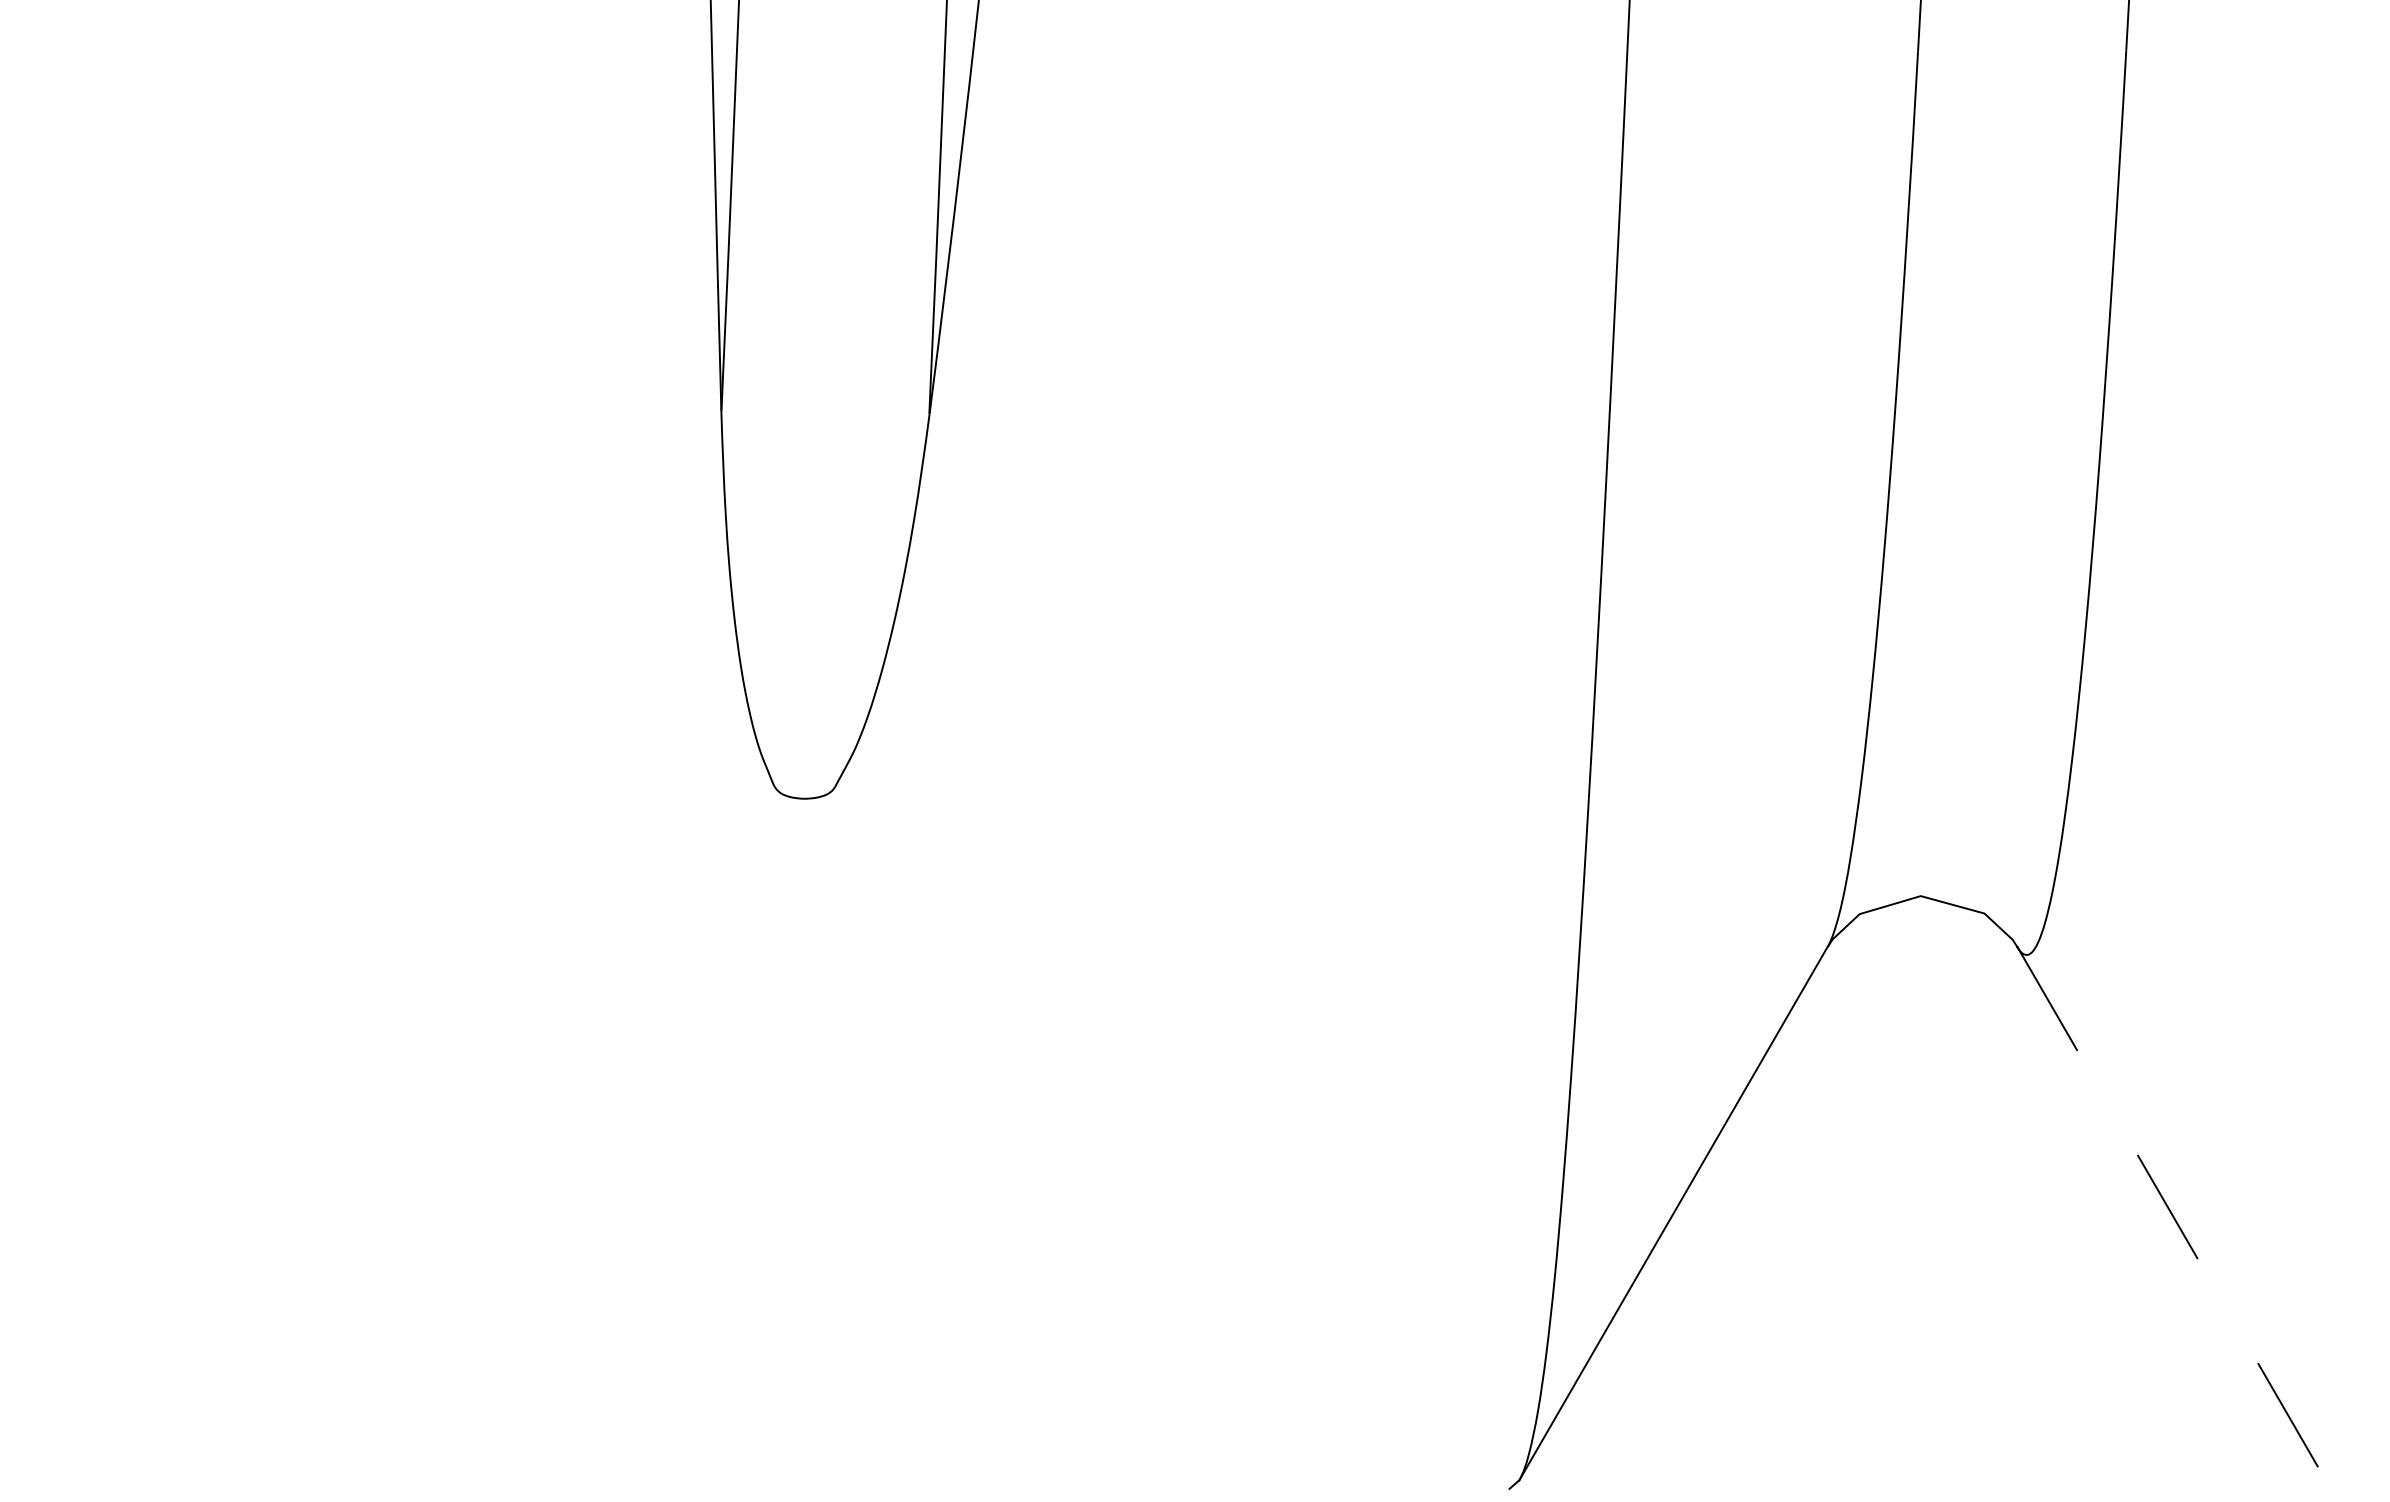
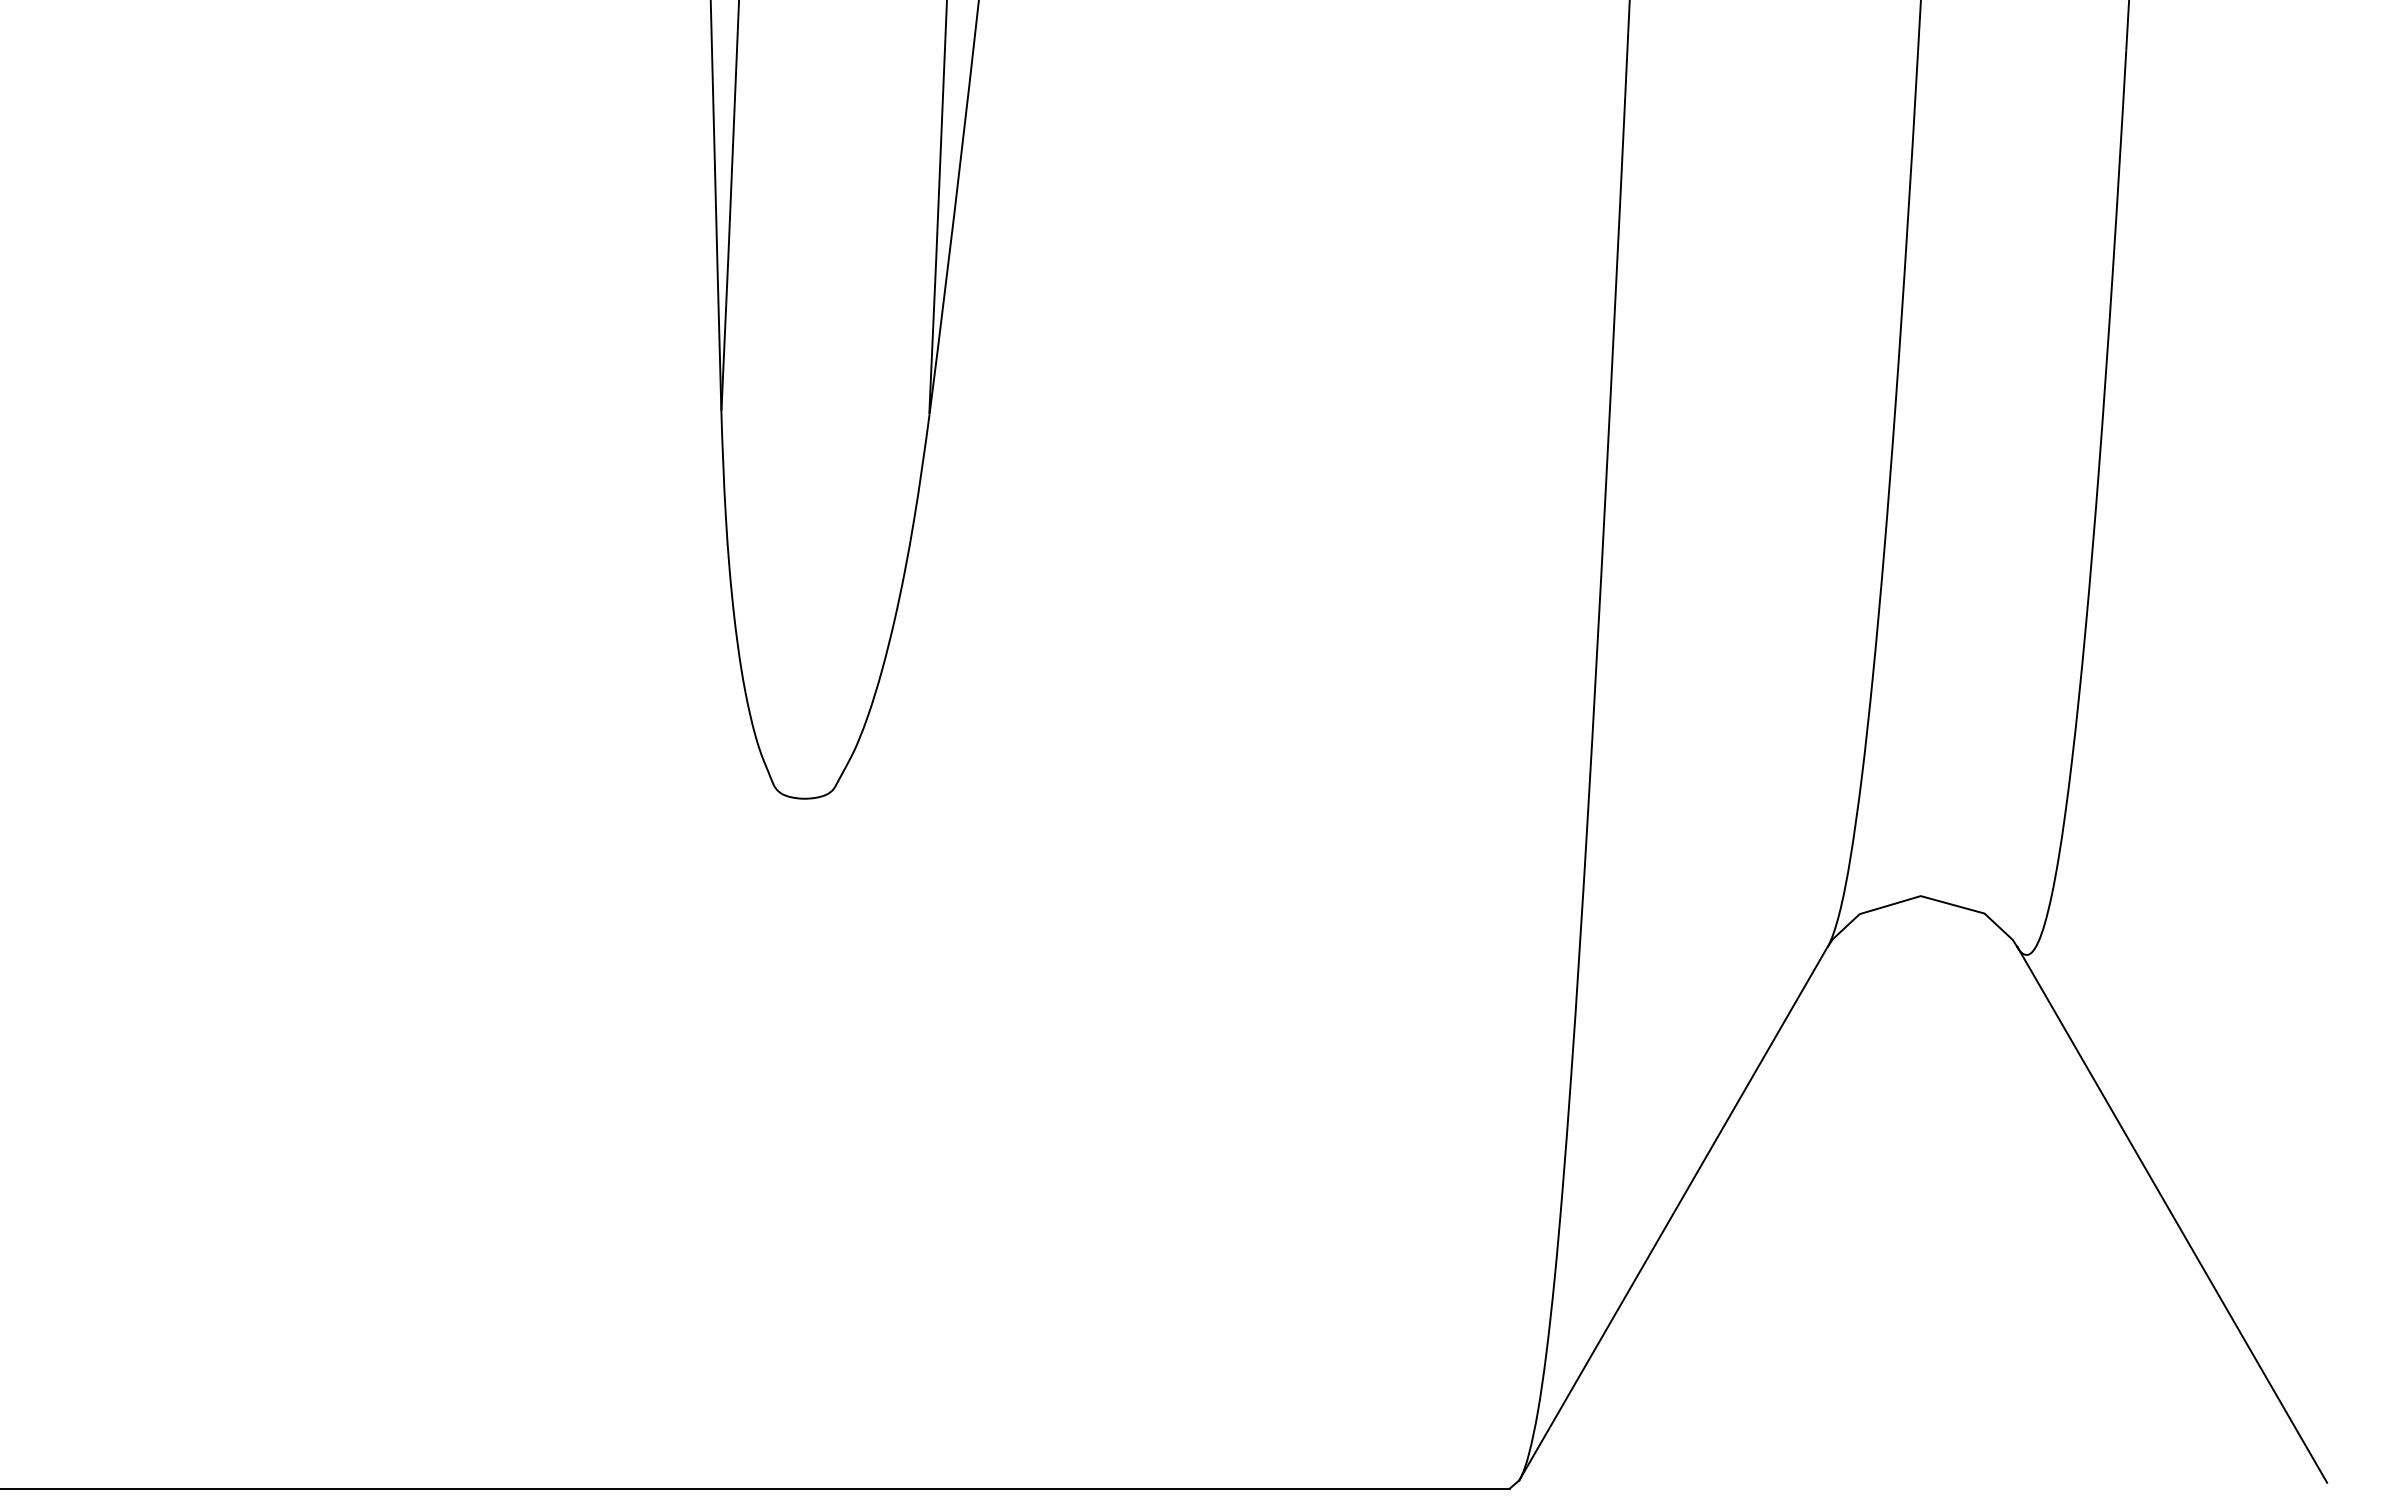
line at (2172, 1214): dashed -> solid
line at (755, 1488): none -> present
